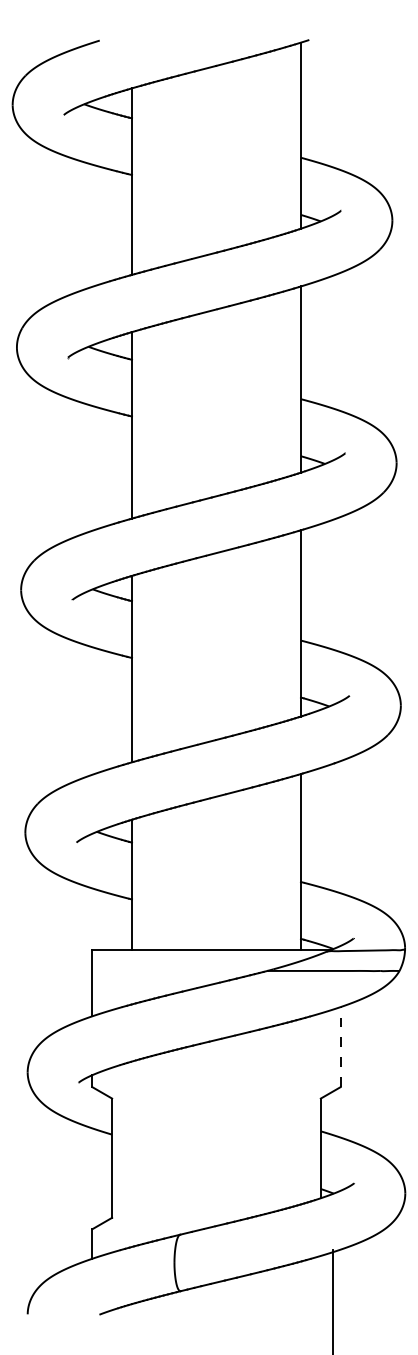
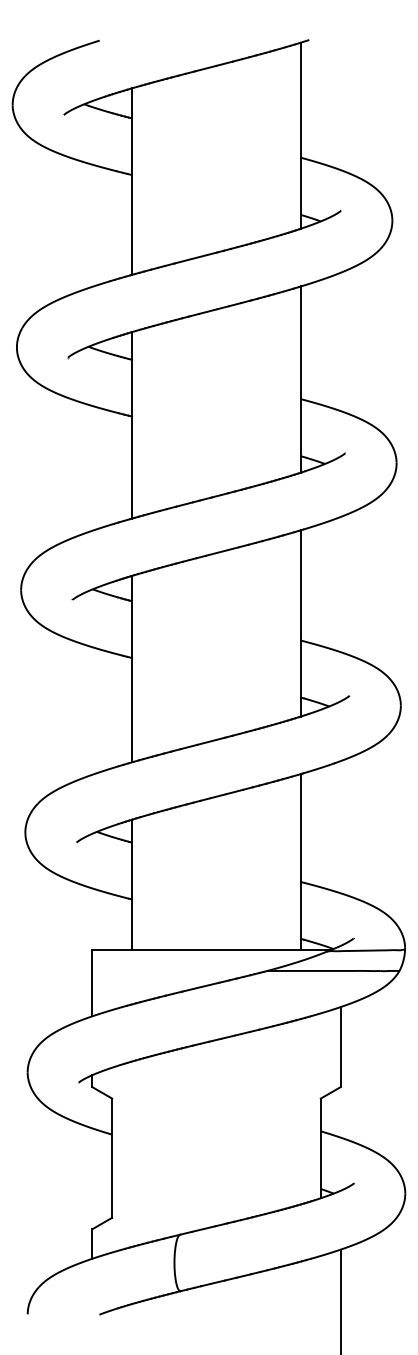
line at (340, 1046): dashed -> solid
line at (332, 1300) position: (332, 1300) -> (340, 1300)
